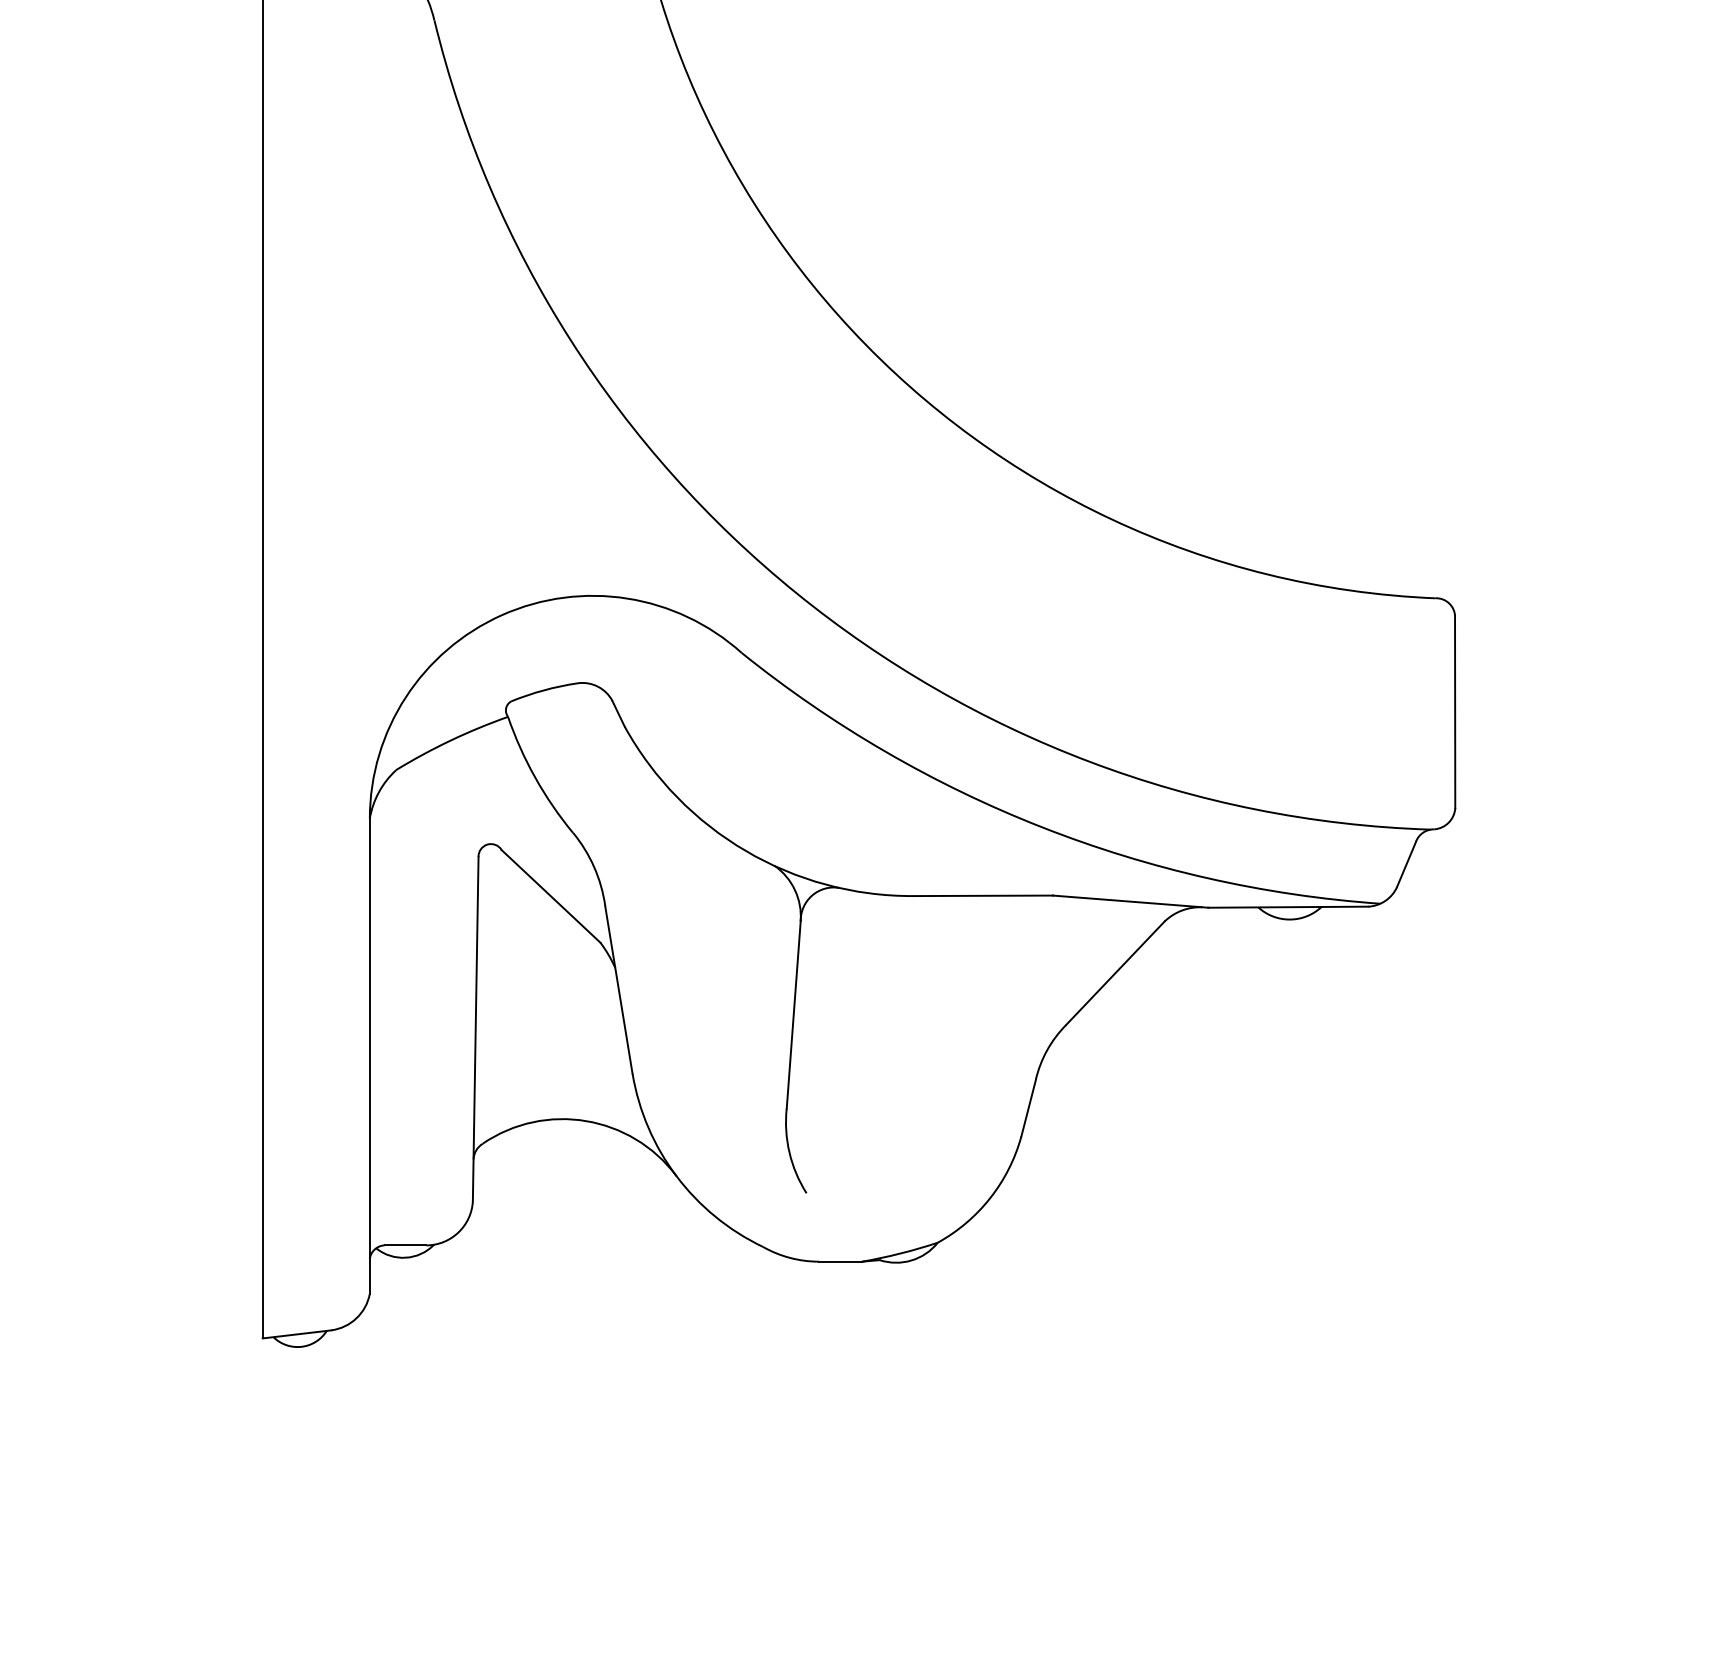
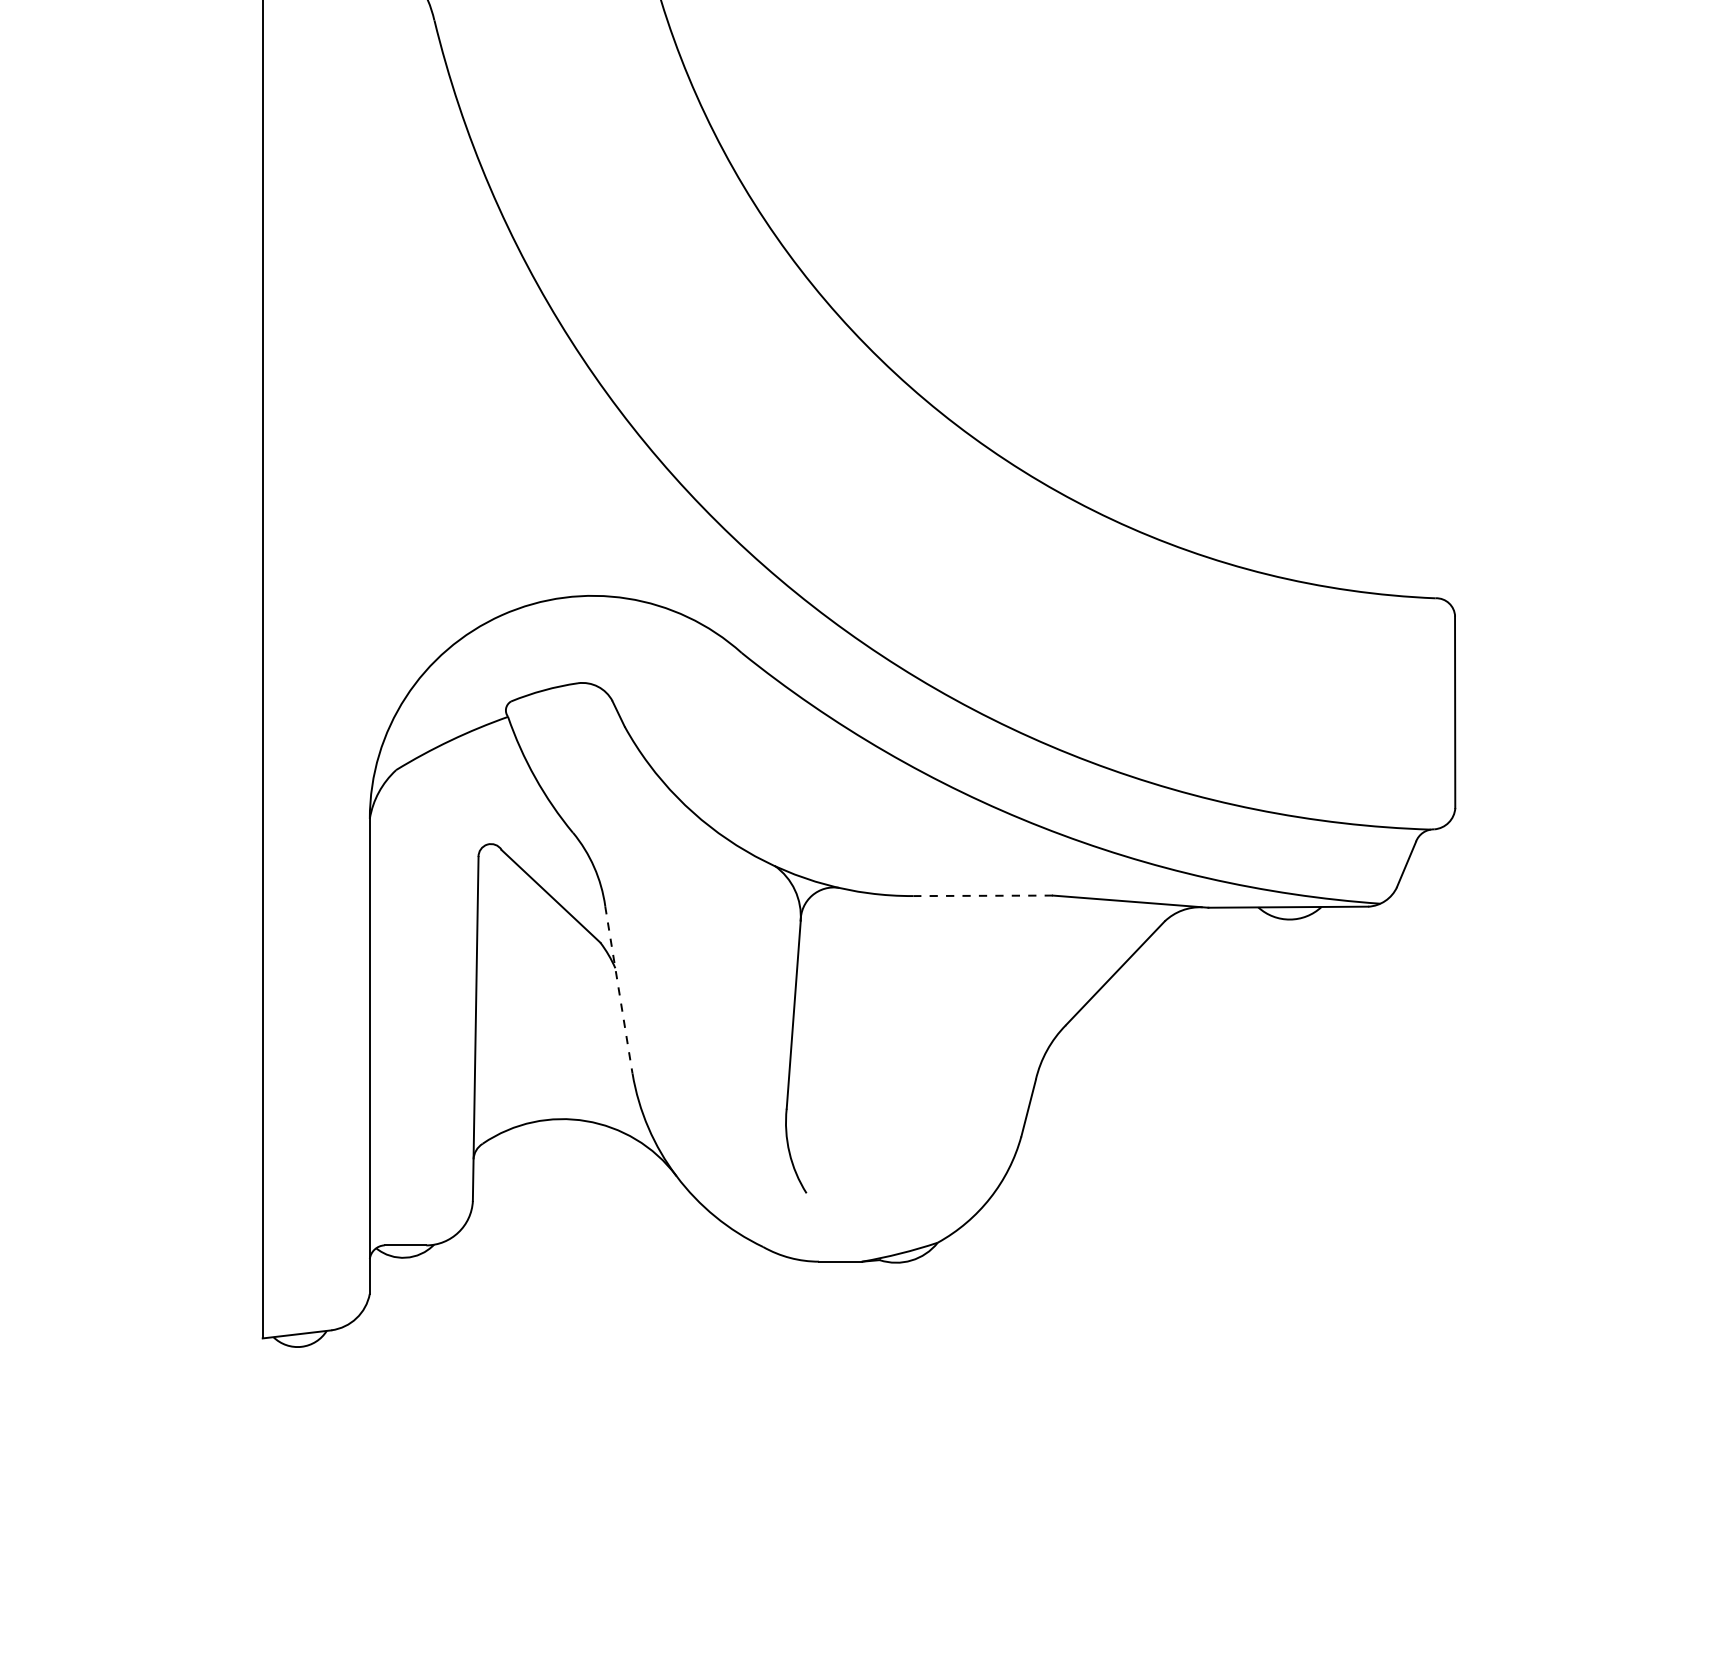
line at (983, 895): solid -> dashed
line at (618, 989): solid -> dashed
